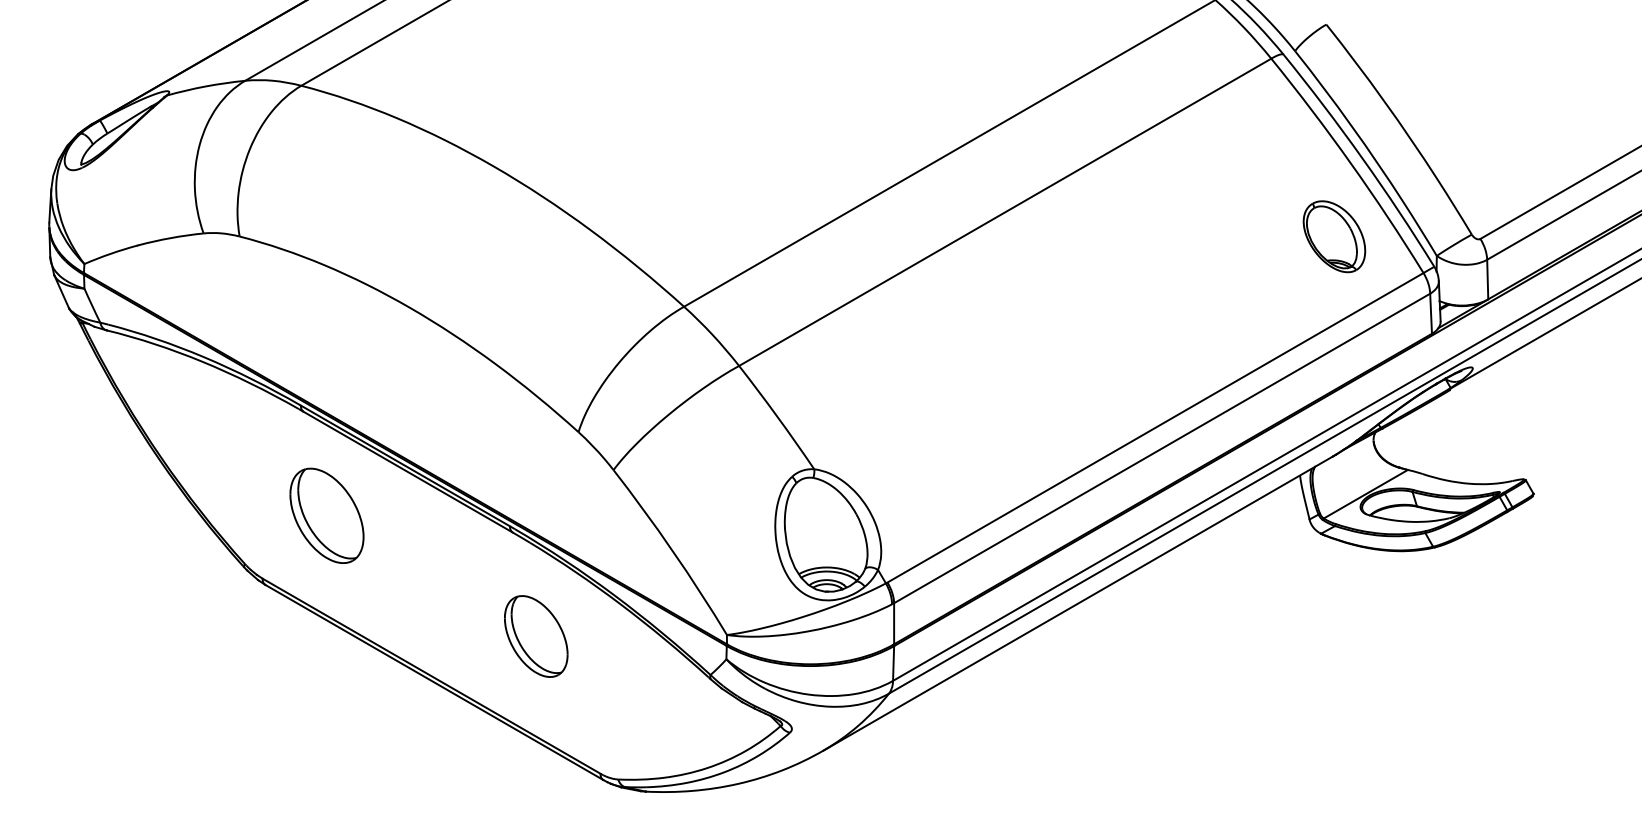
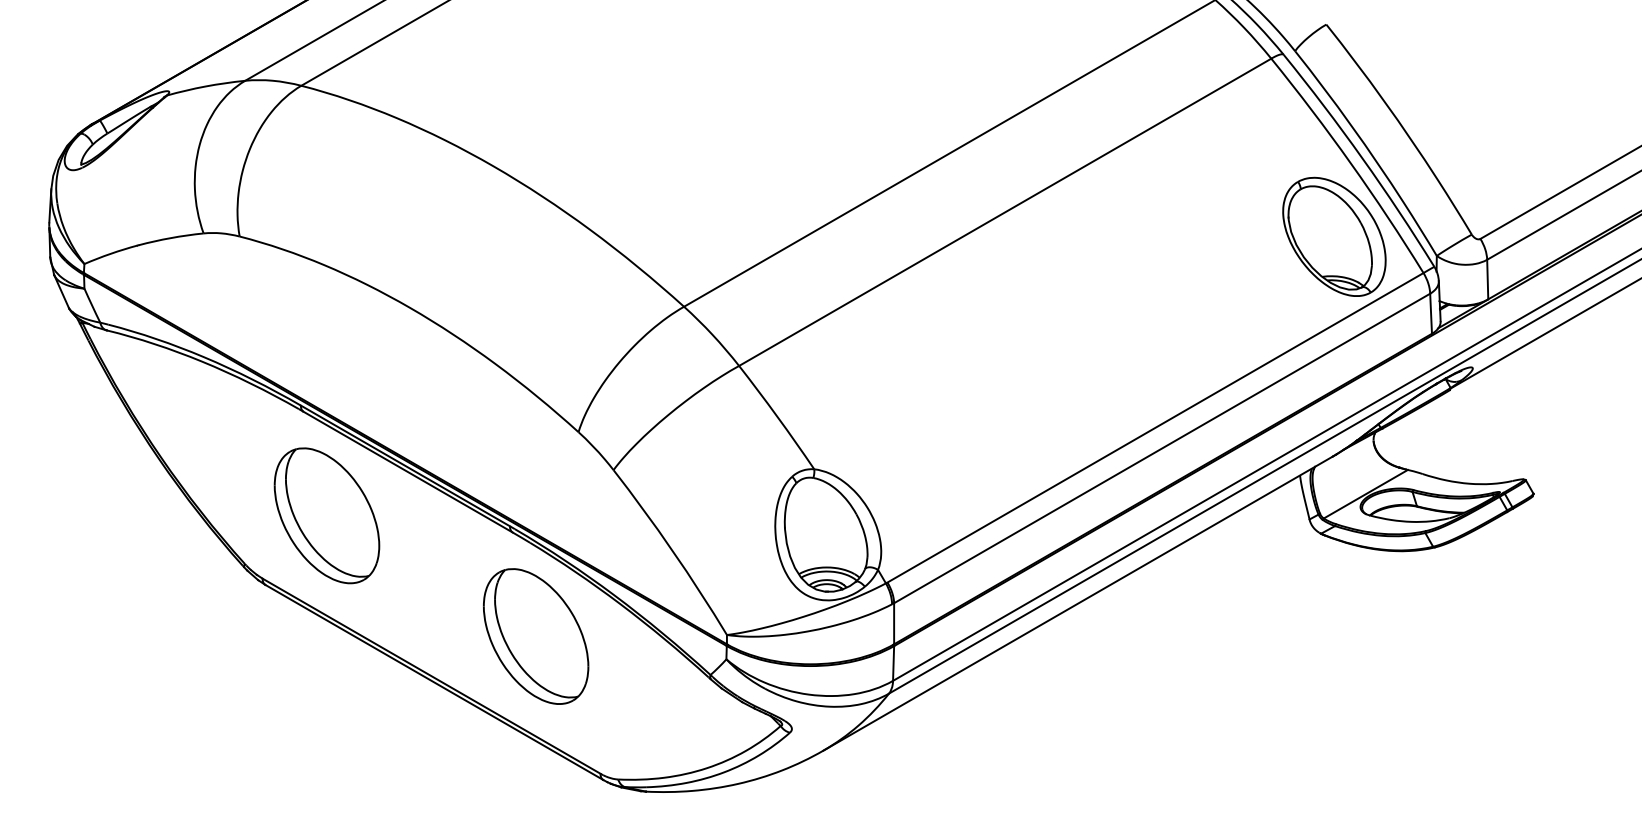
part at (1334, 236) size: 65x74 px -> 105x121 px
part at (326, 515) size: 76x97 px -> 108x138 px
part at (536, 636) size: 65x83 px -> 107x137 px
